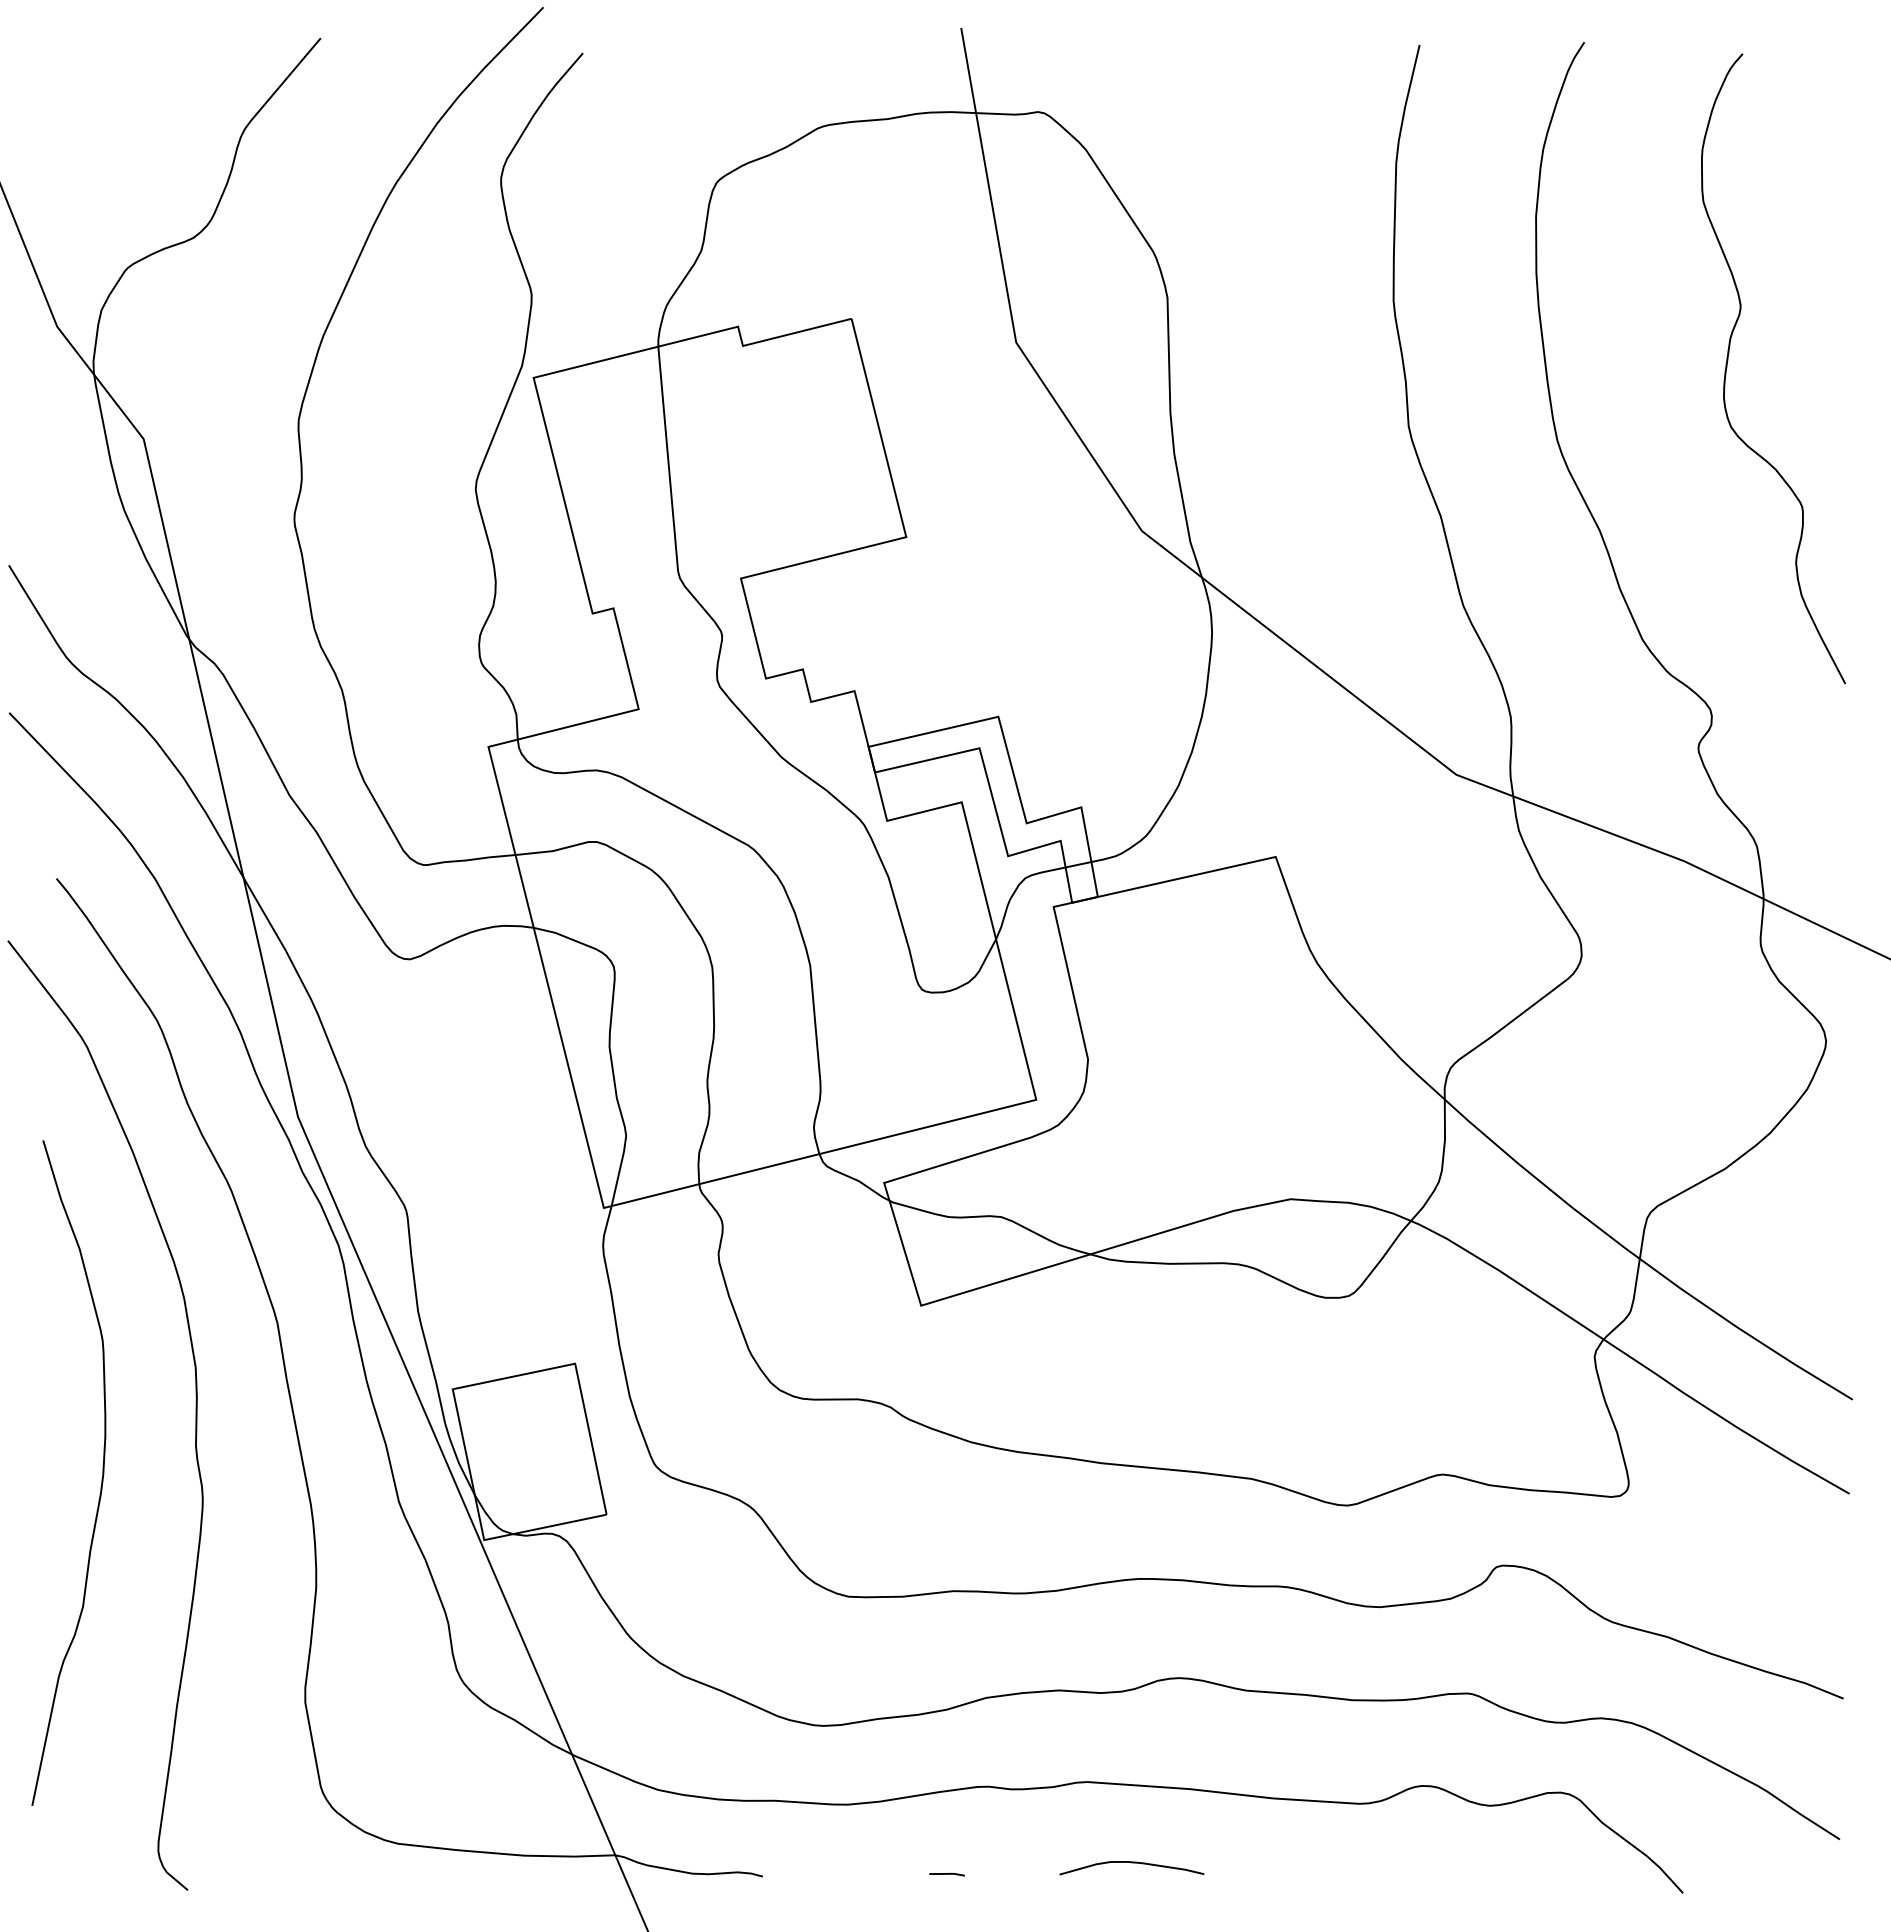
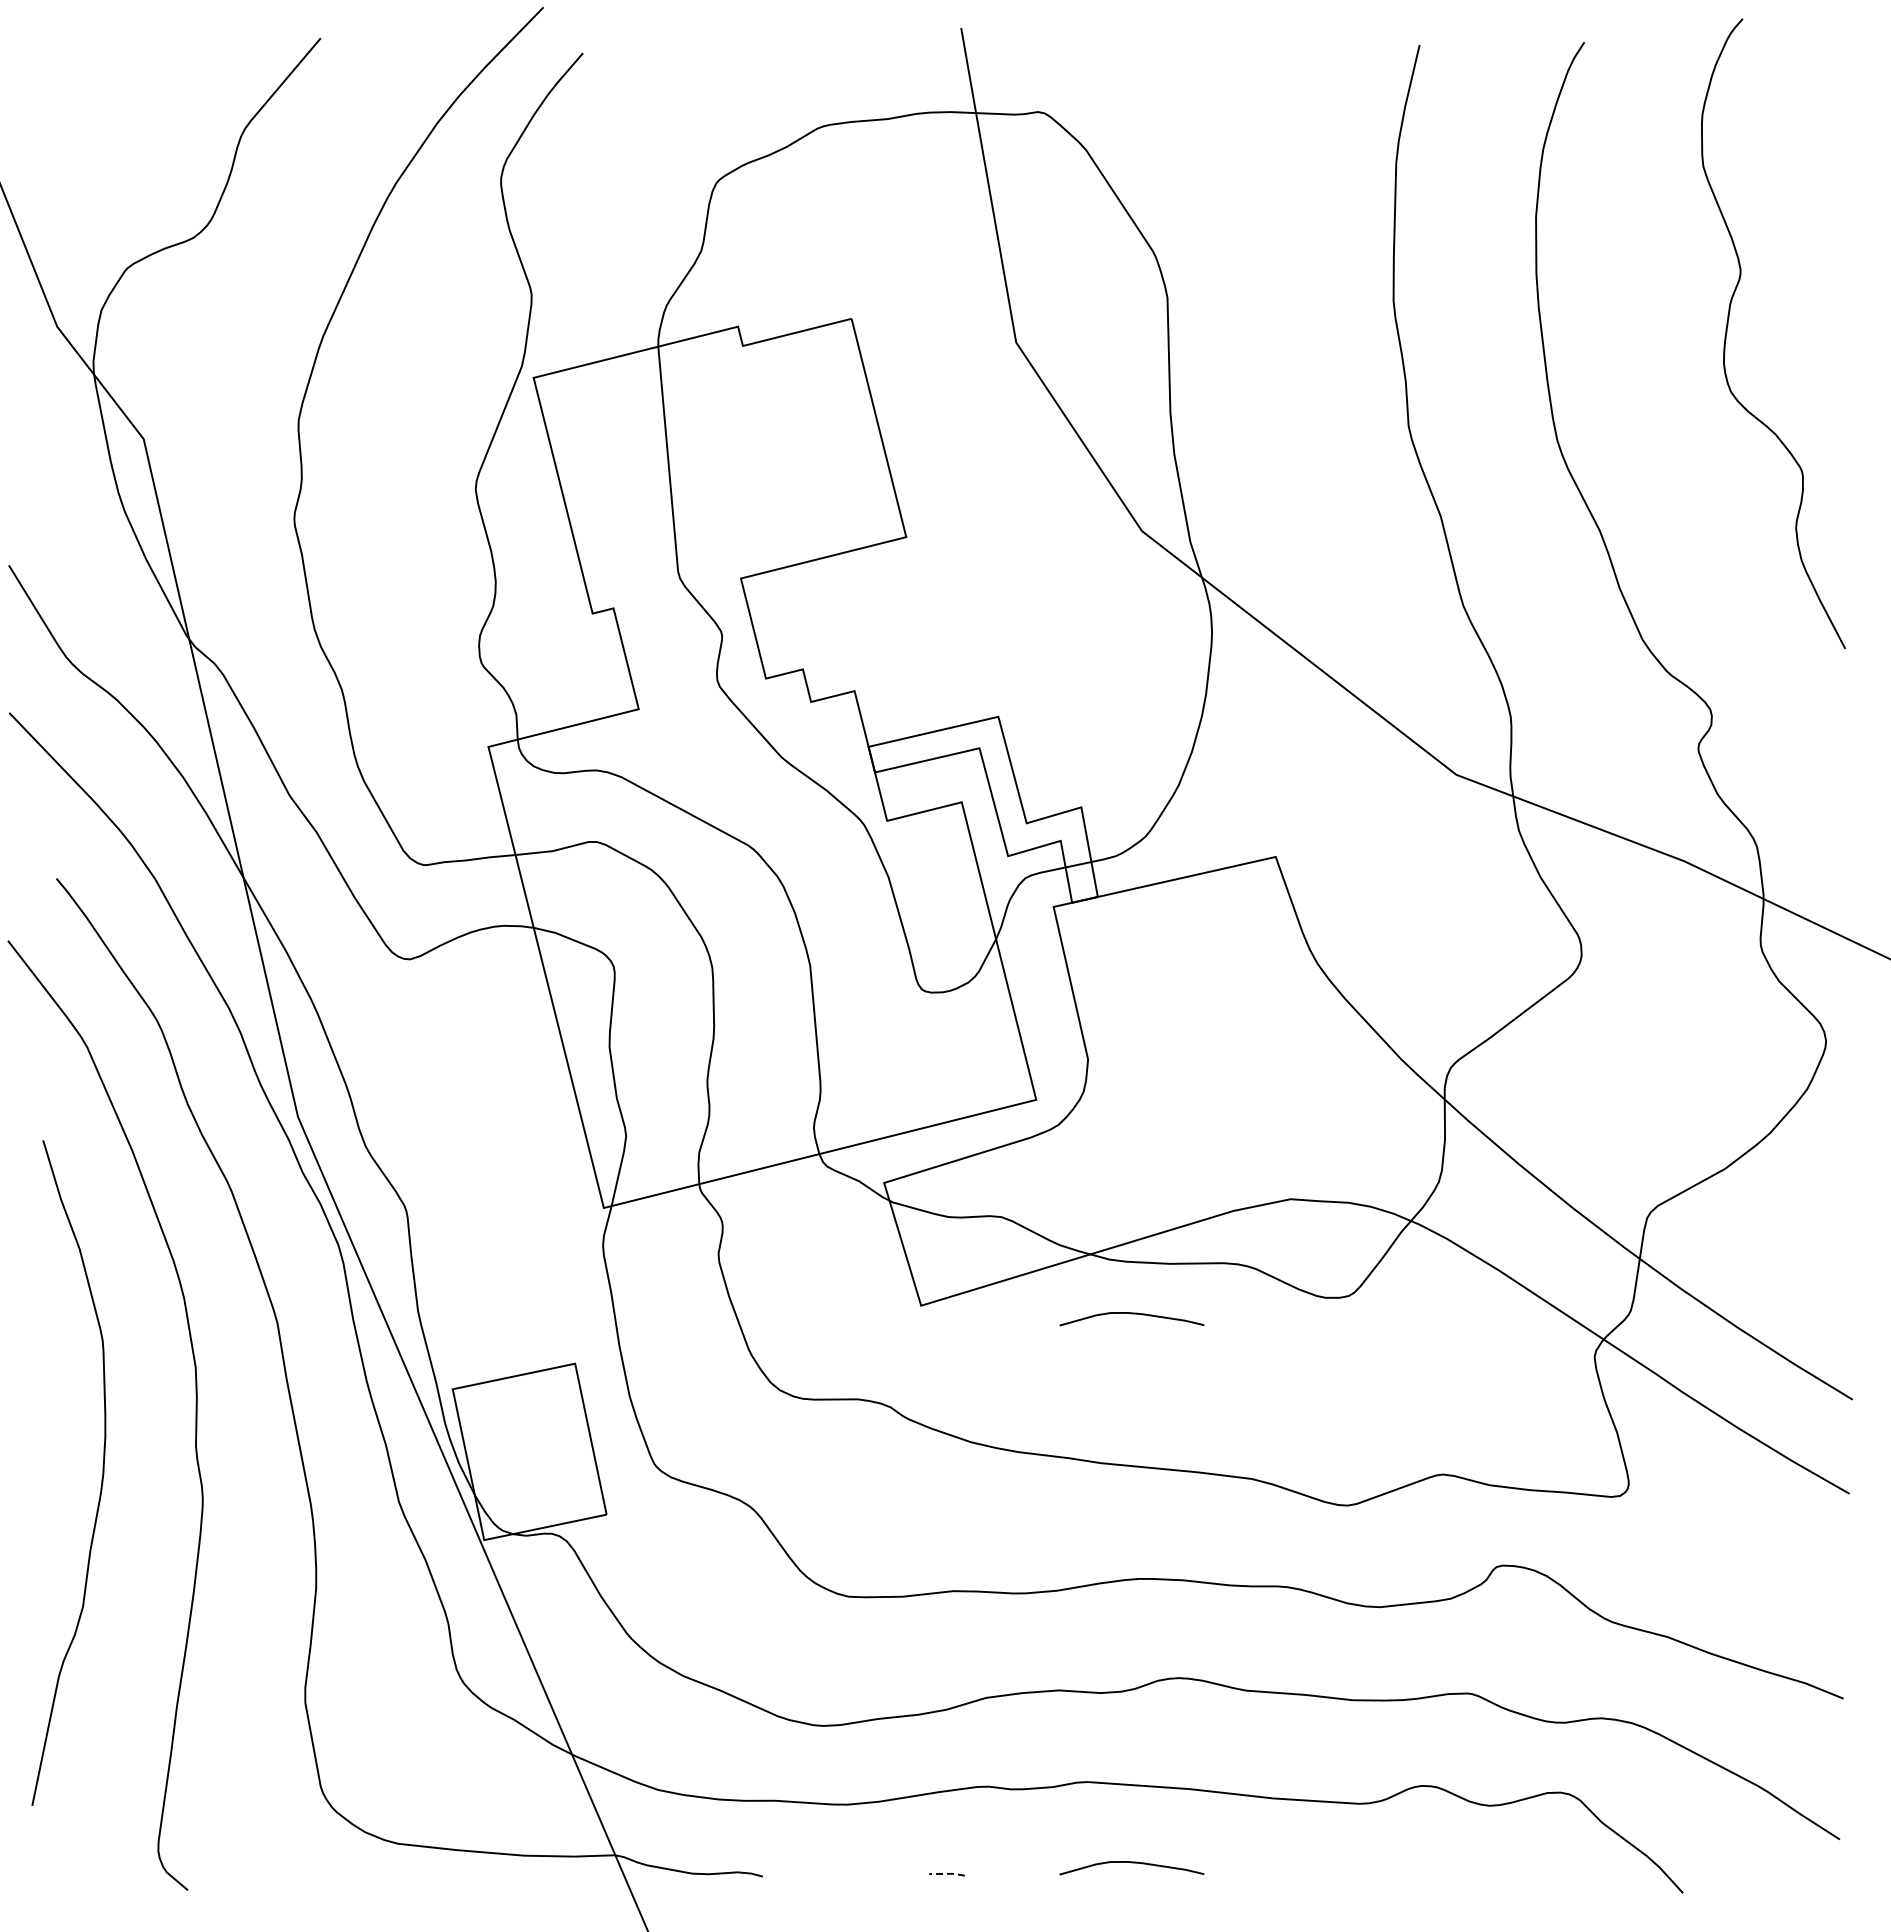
curve at (1728, 360) position: (1728, 360) -> (1728, 325)
curve at (1131, 1314): none -> present
line at (947, 1873): solid -> dashed
